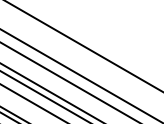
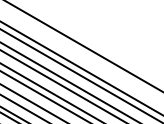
line at (81, 68): none -> present
line at (62, 85): none -> present
line at (23, 107): none -> present
